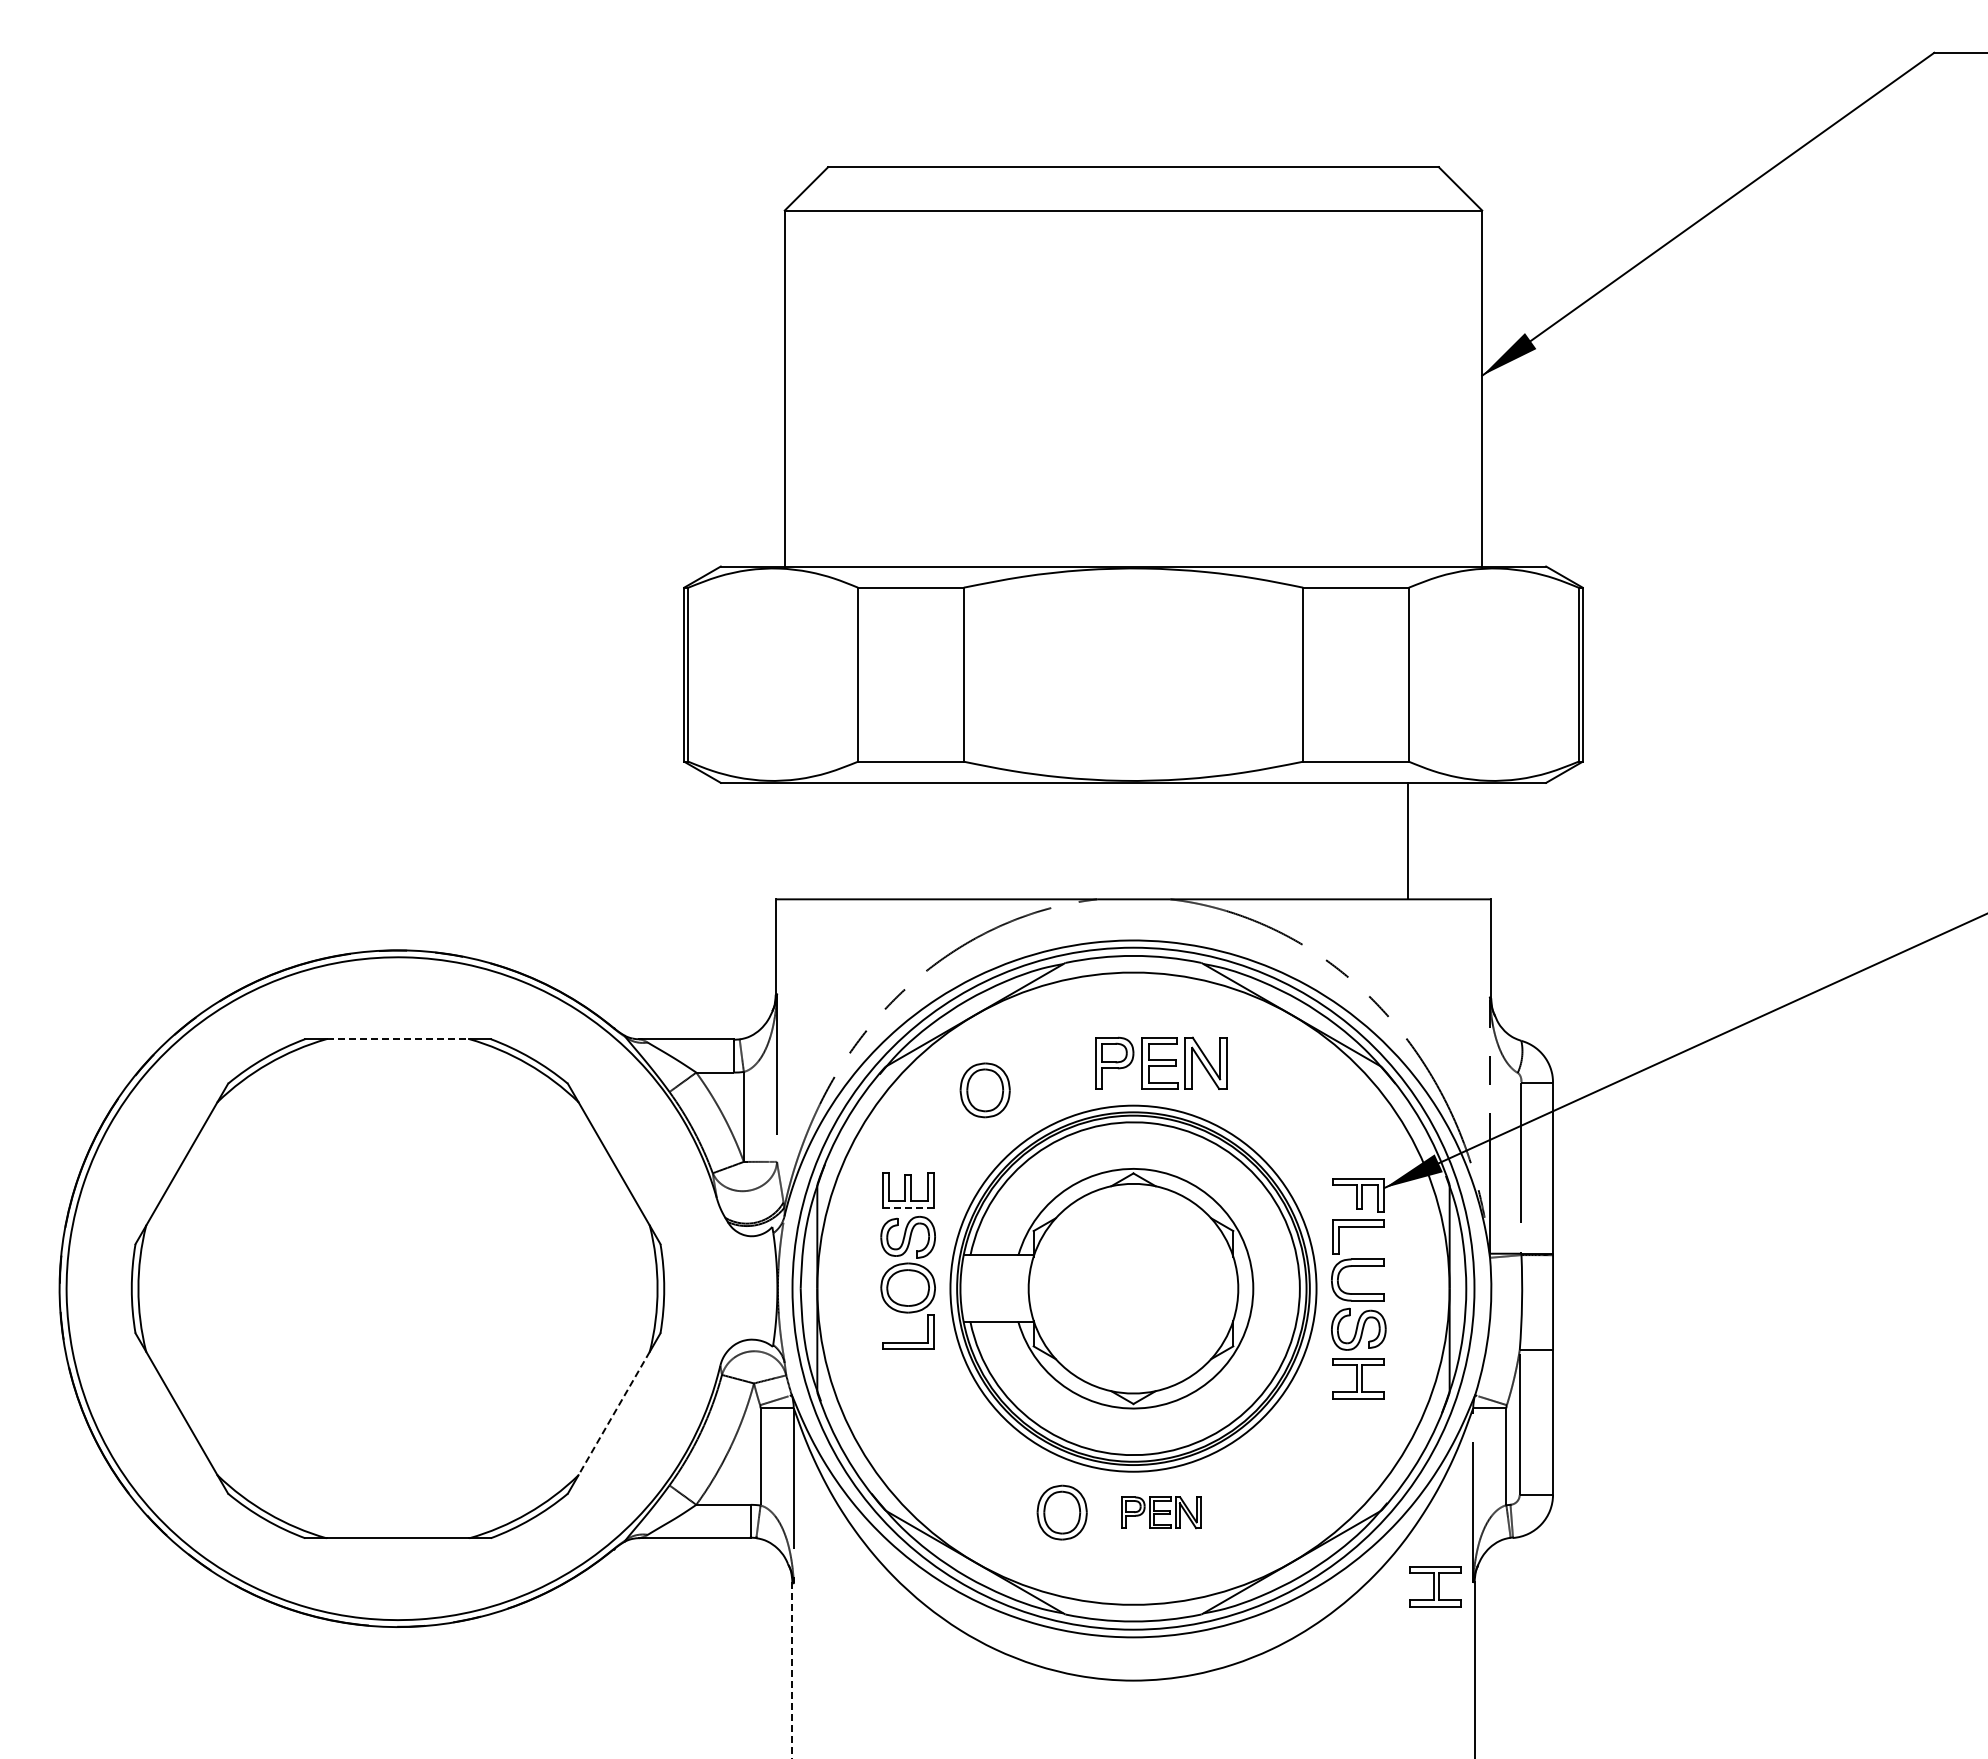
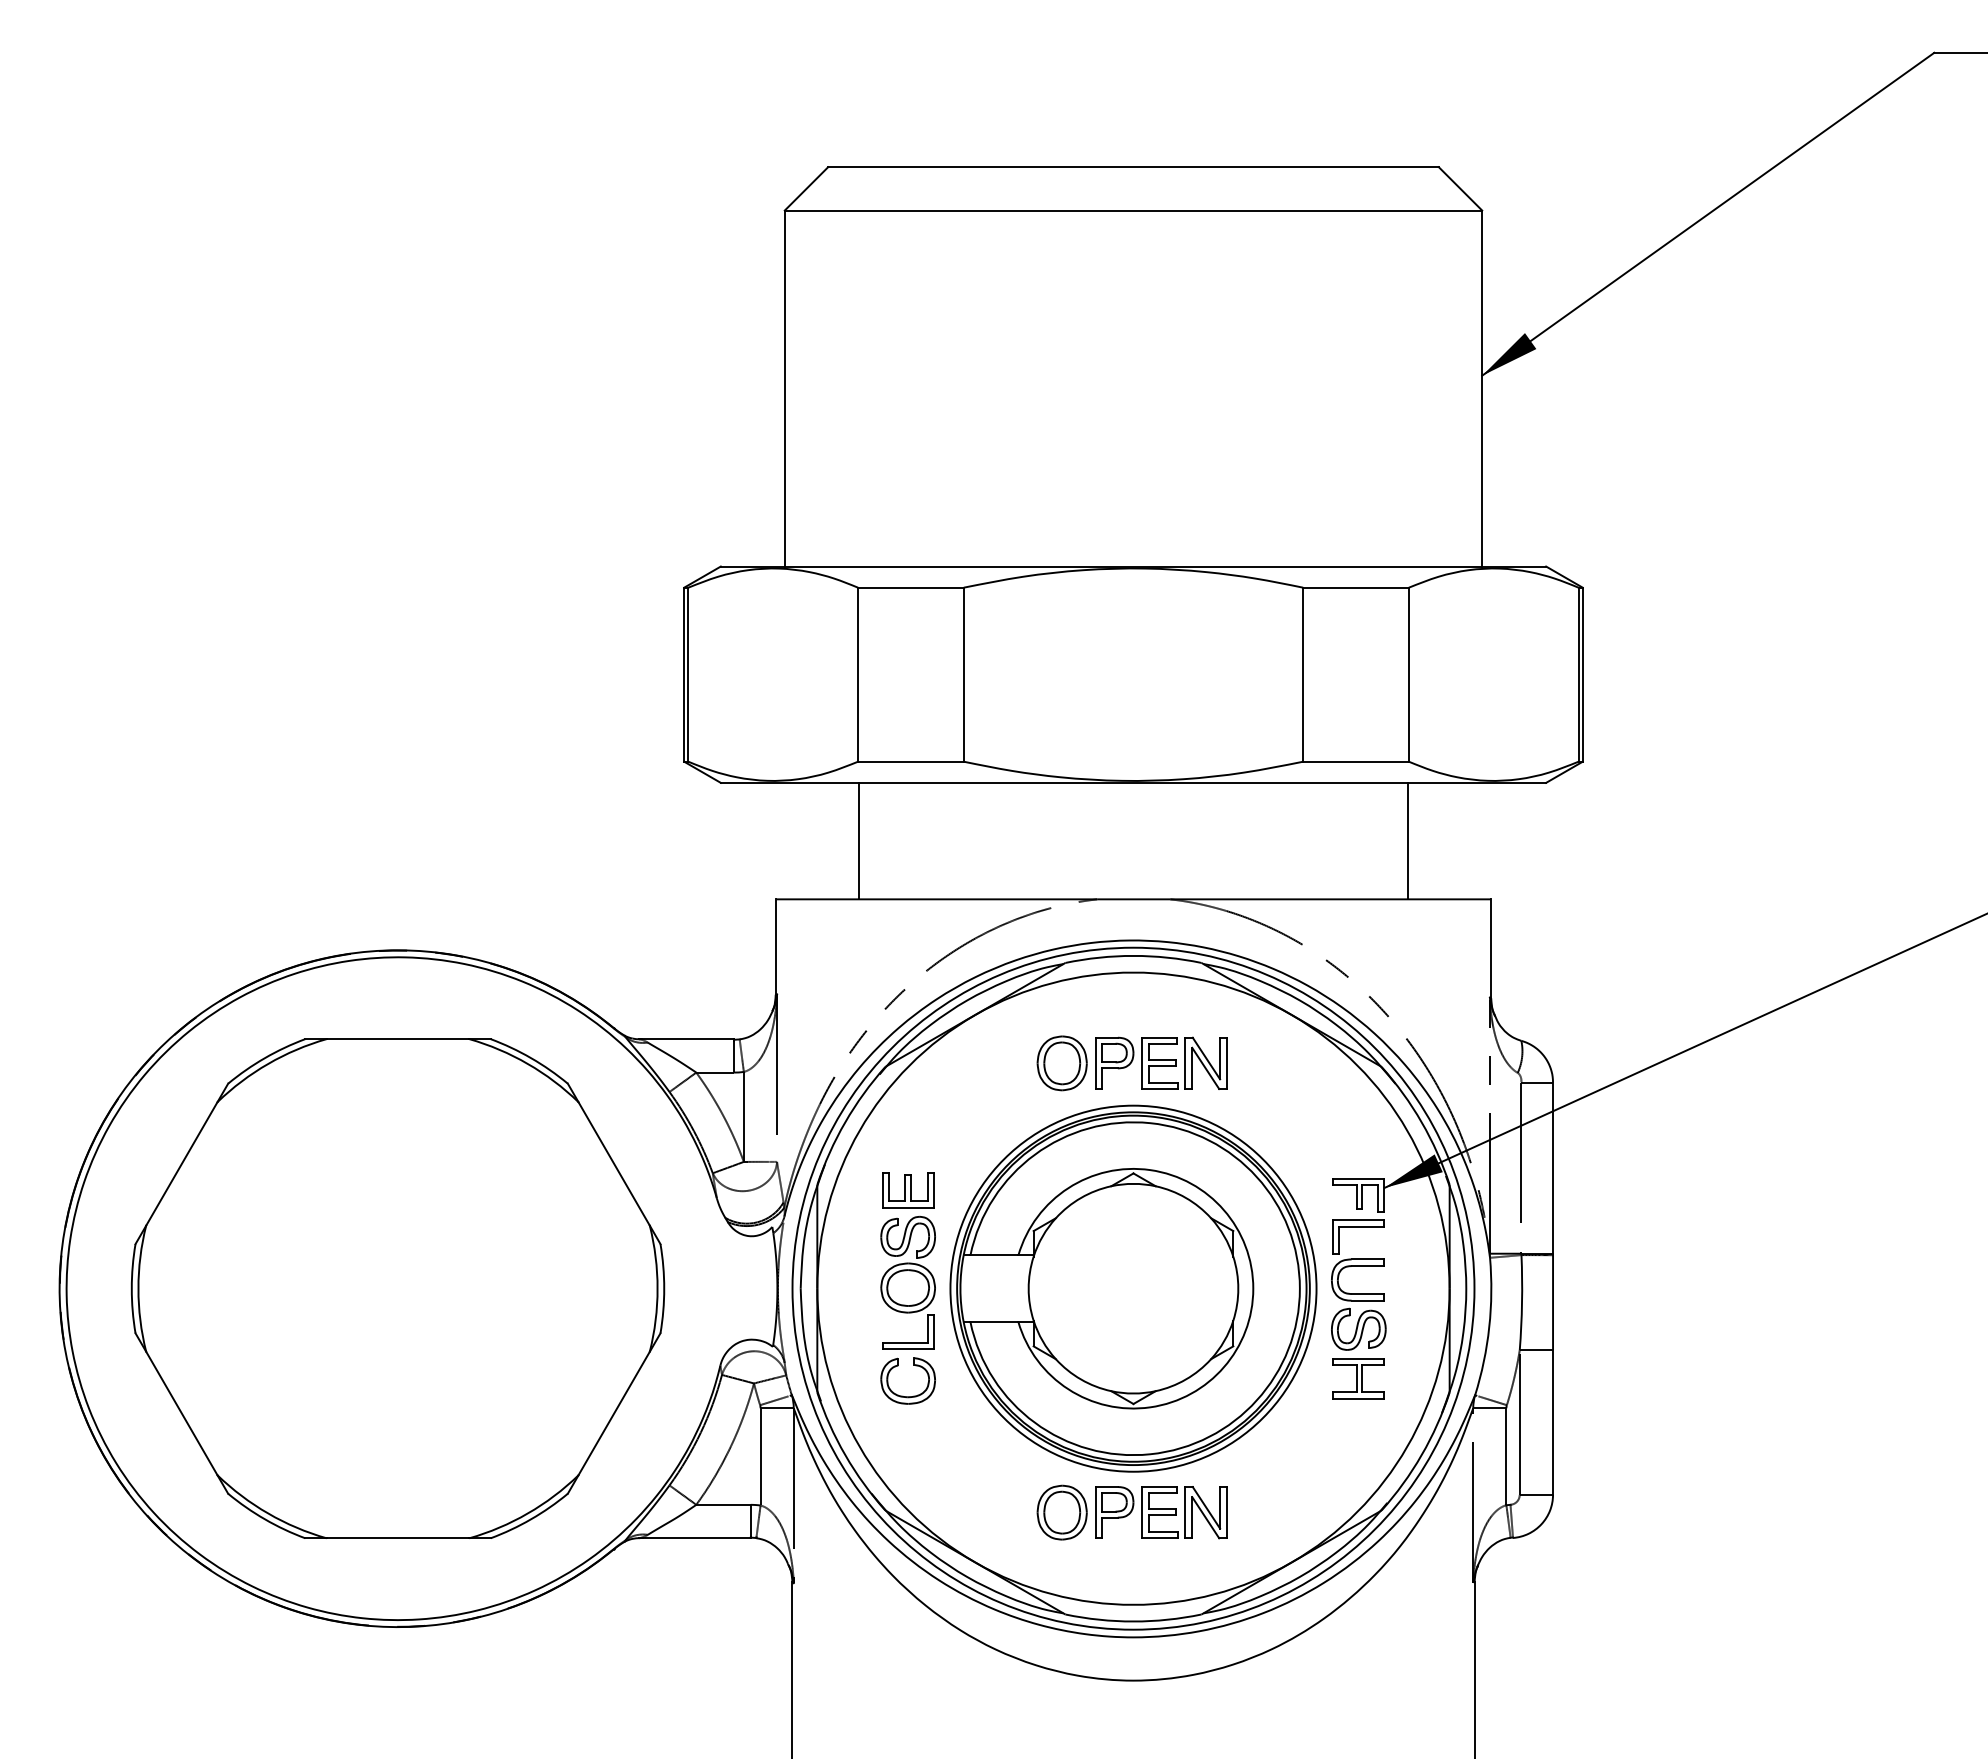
line at (858, 840): none -> present
line at (398, 1039): dashed -> solid
part at (984, 1090) position: (984, 1090) -> (1061, 1063)
line at (908, 1208): dashed -> solid
part at (902, 1395): none -> present
line at (613, 1413): dashed -> solid
part at (1161, 1512) size: 81x34 px -> 133x54 px
part at (1435, 1586): present -> none
line at (792, 1671): dashed -> solid
